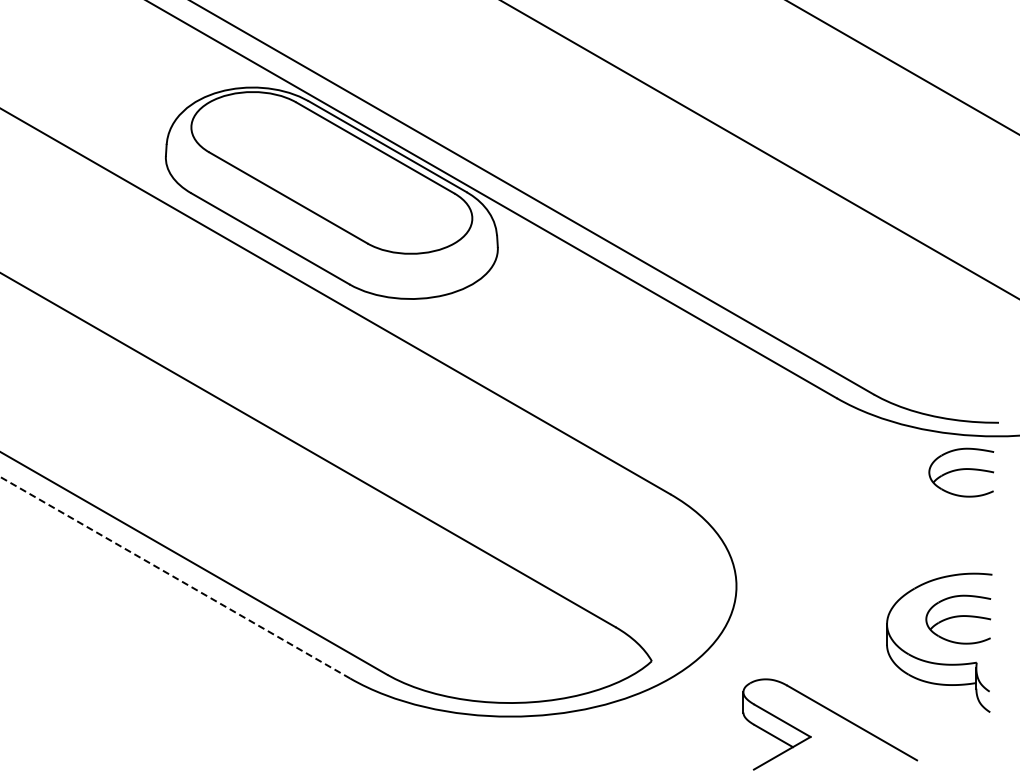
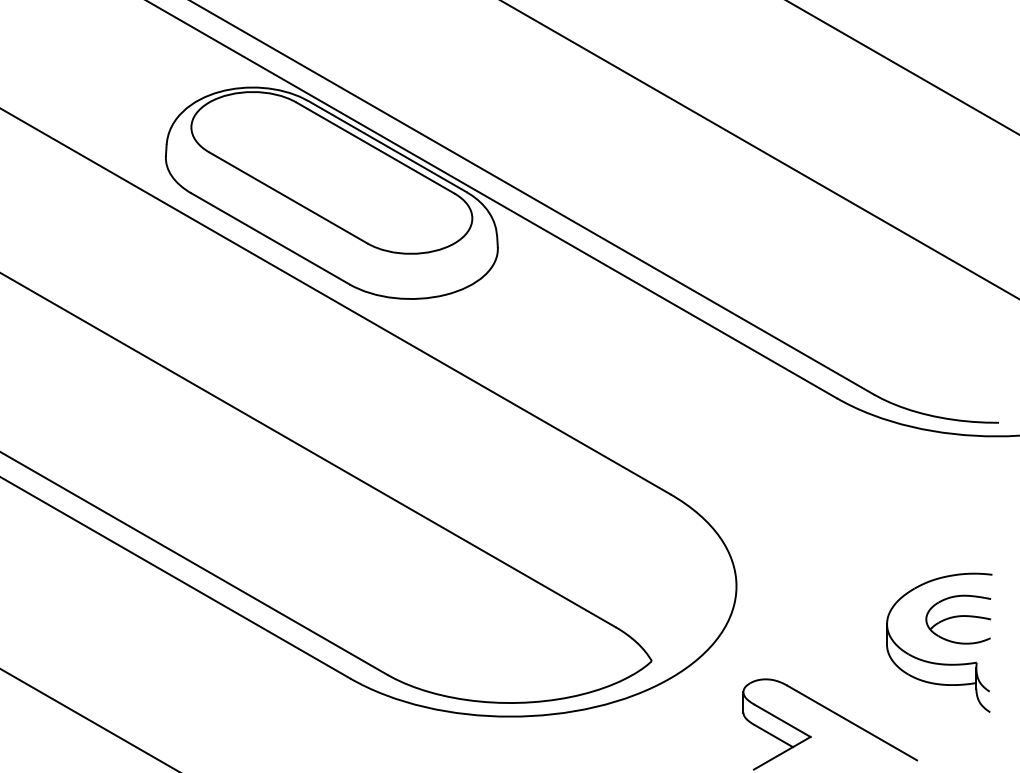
part at (961, 472): present -> none
line at (175, 577): dashed -> solid
line at (88, 719): none -> present
